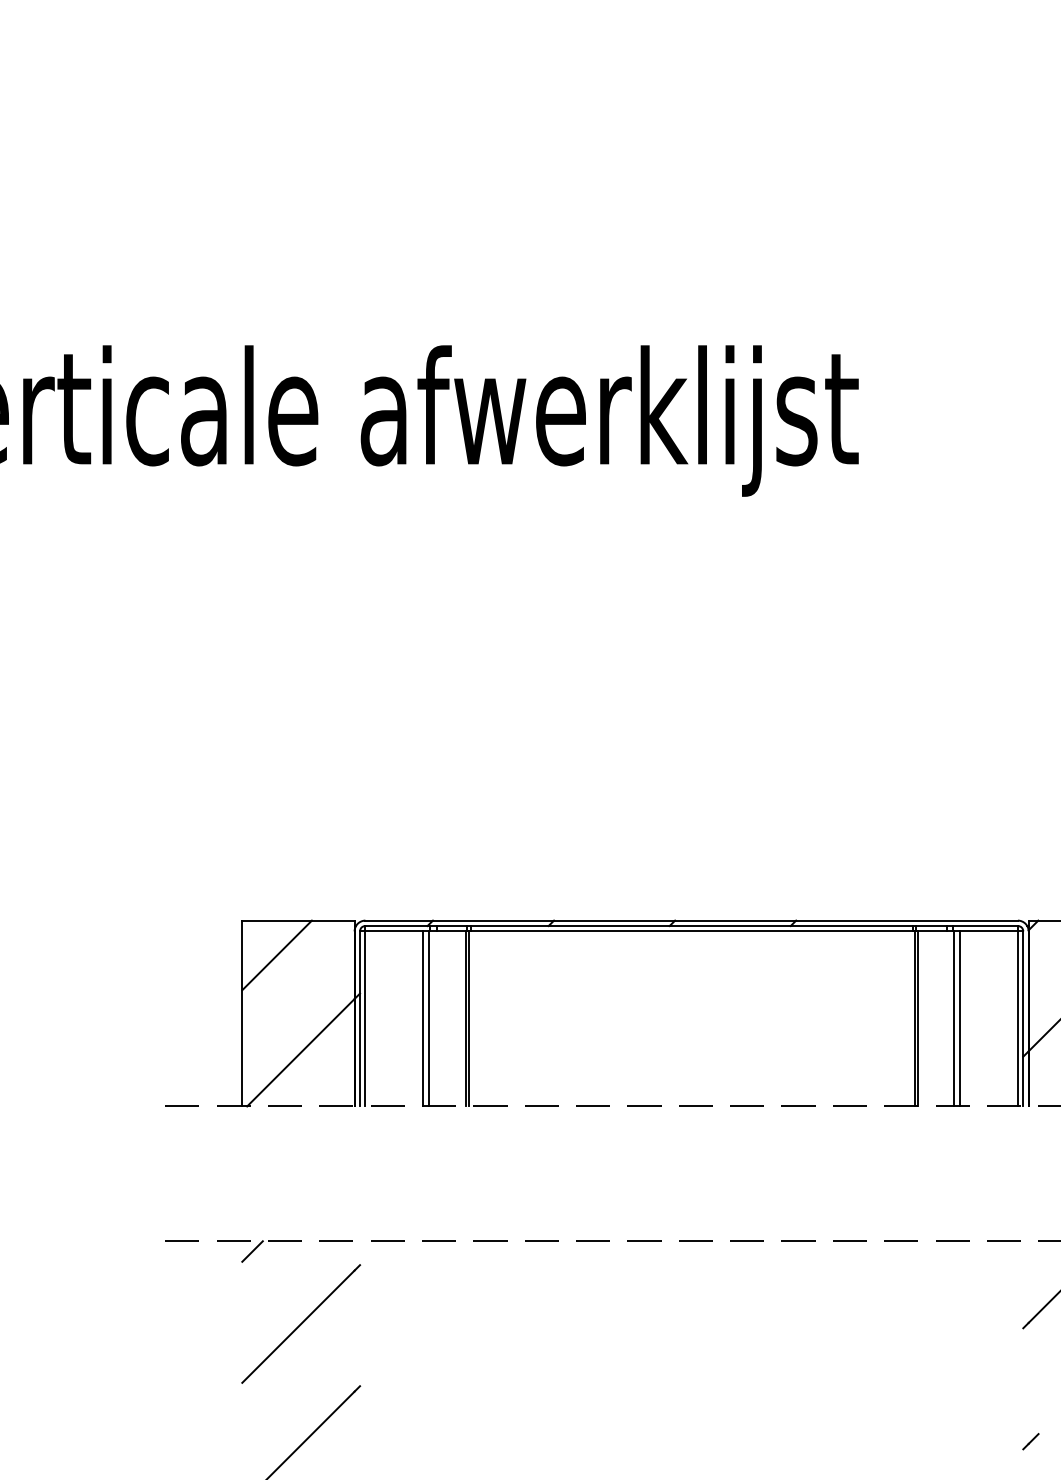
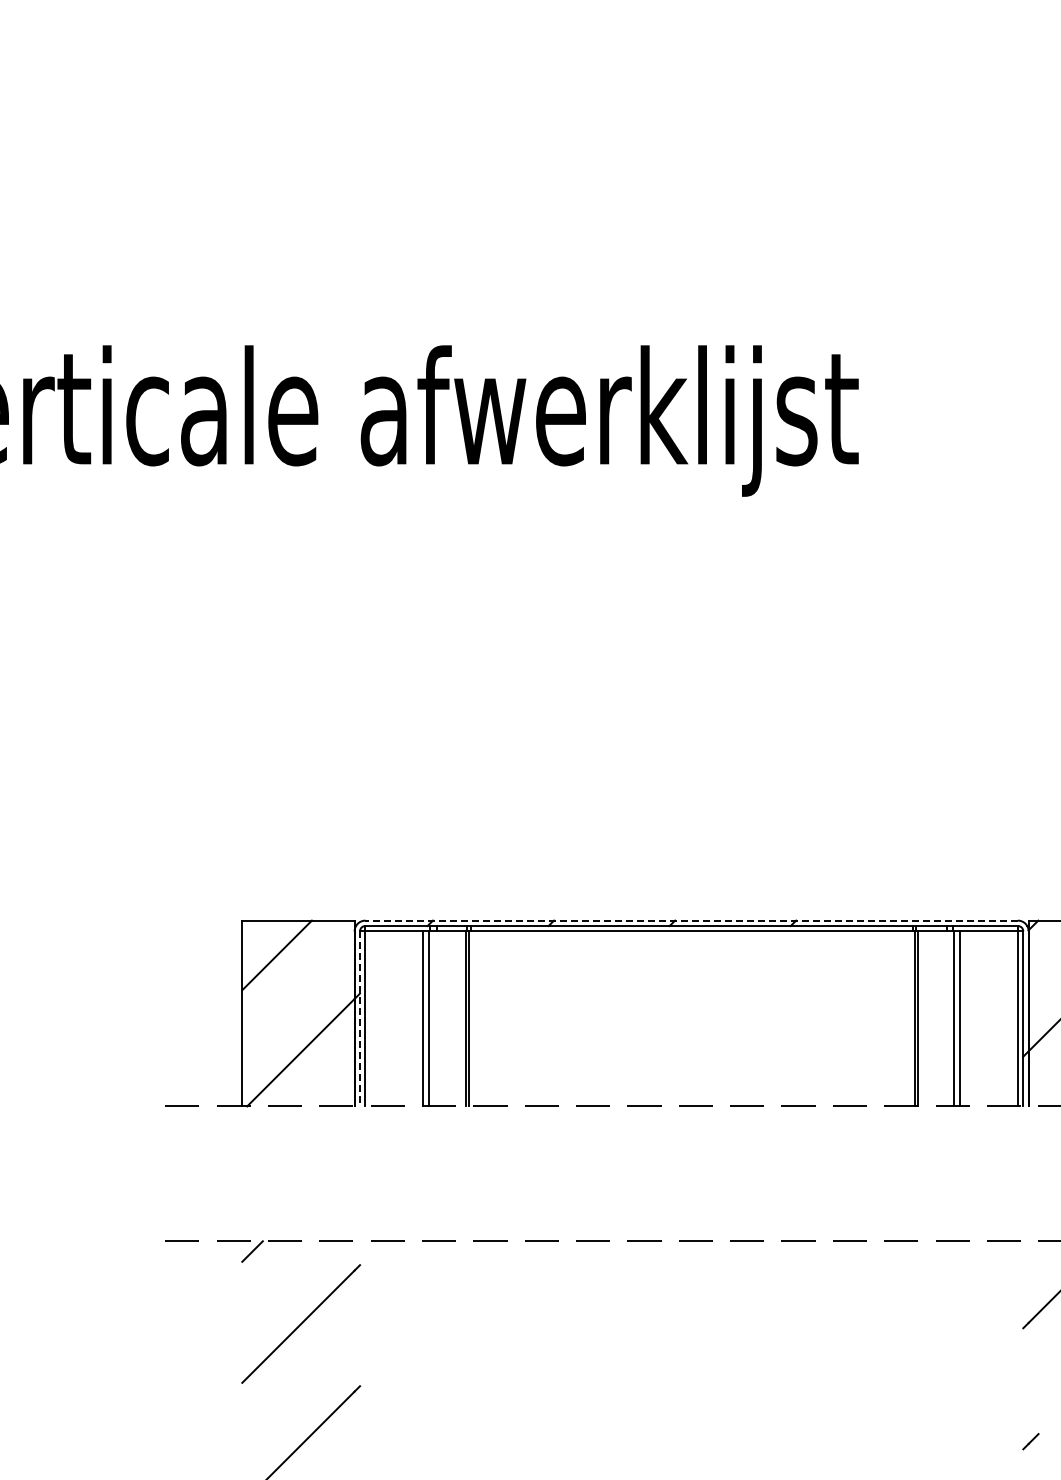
line at (691, 920): solid -> dashed
line at (360, 1018): solid -> dashed
